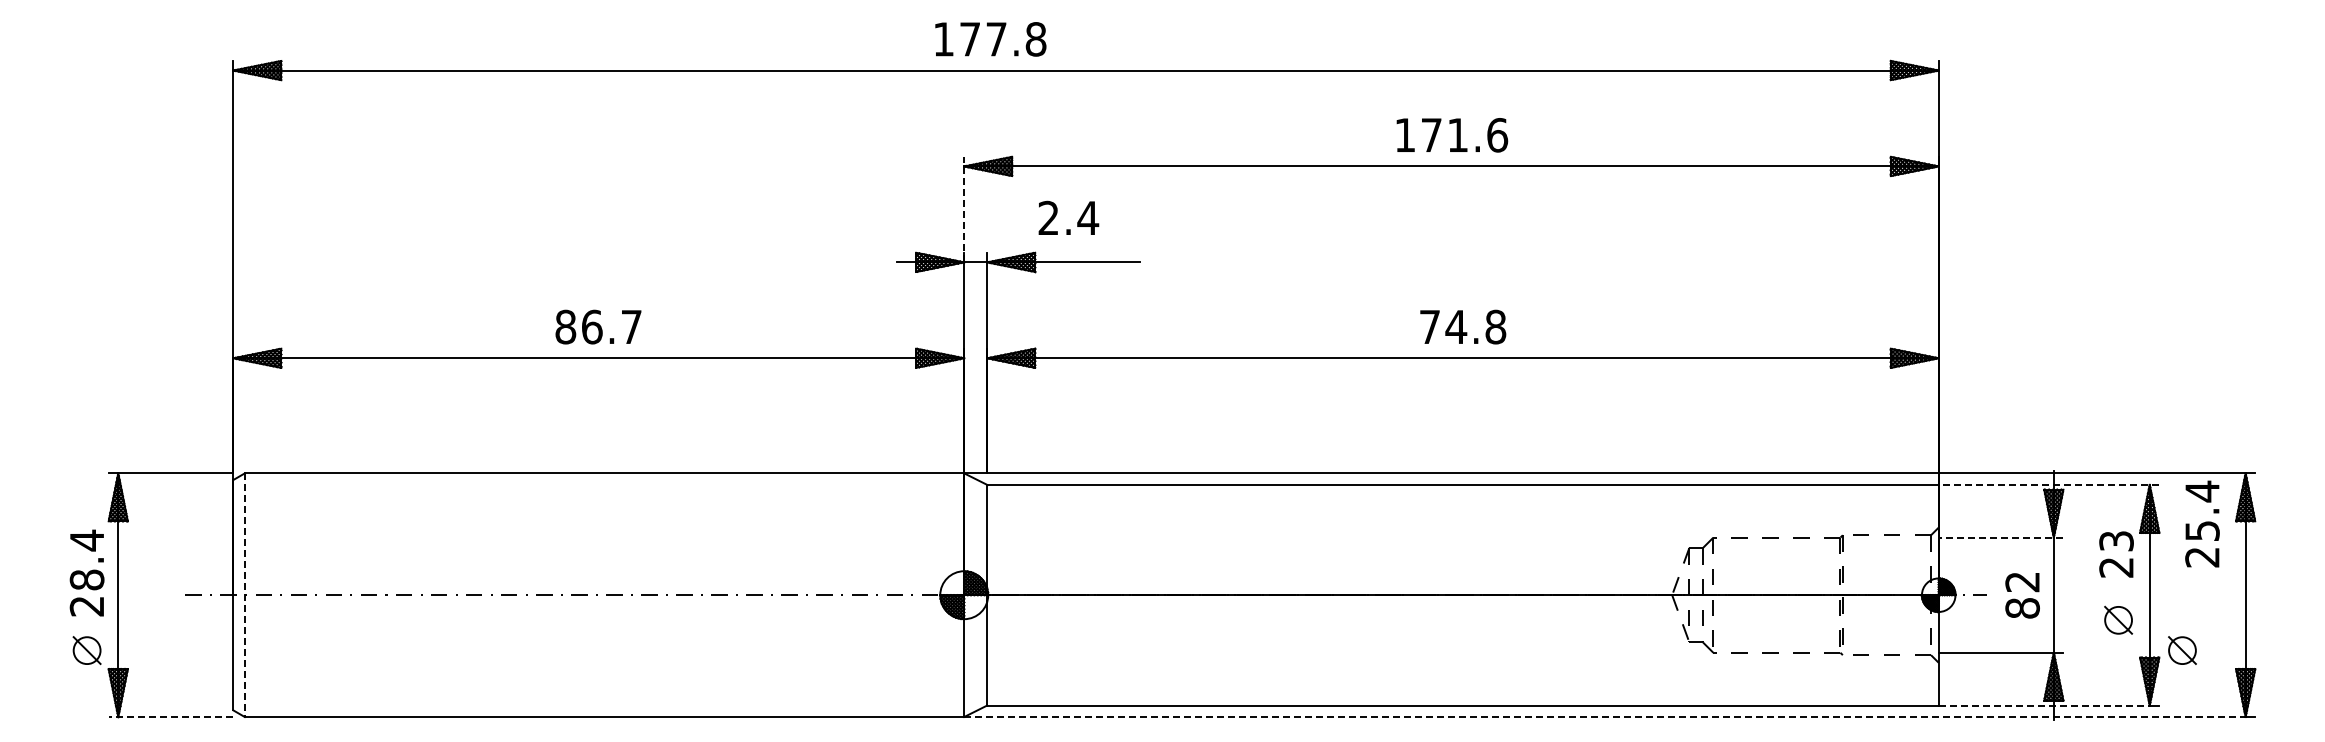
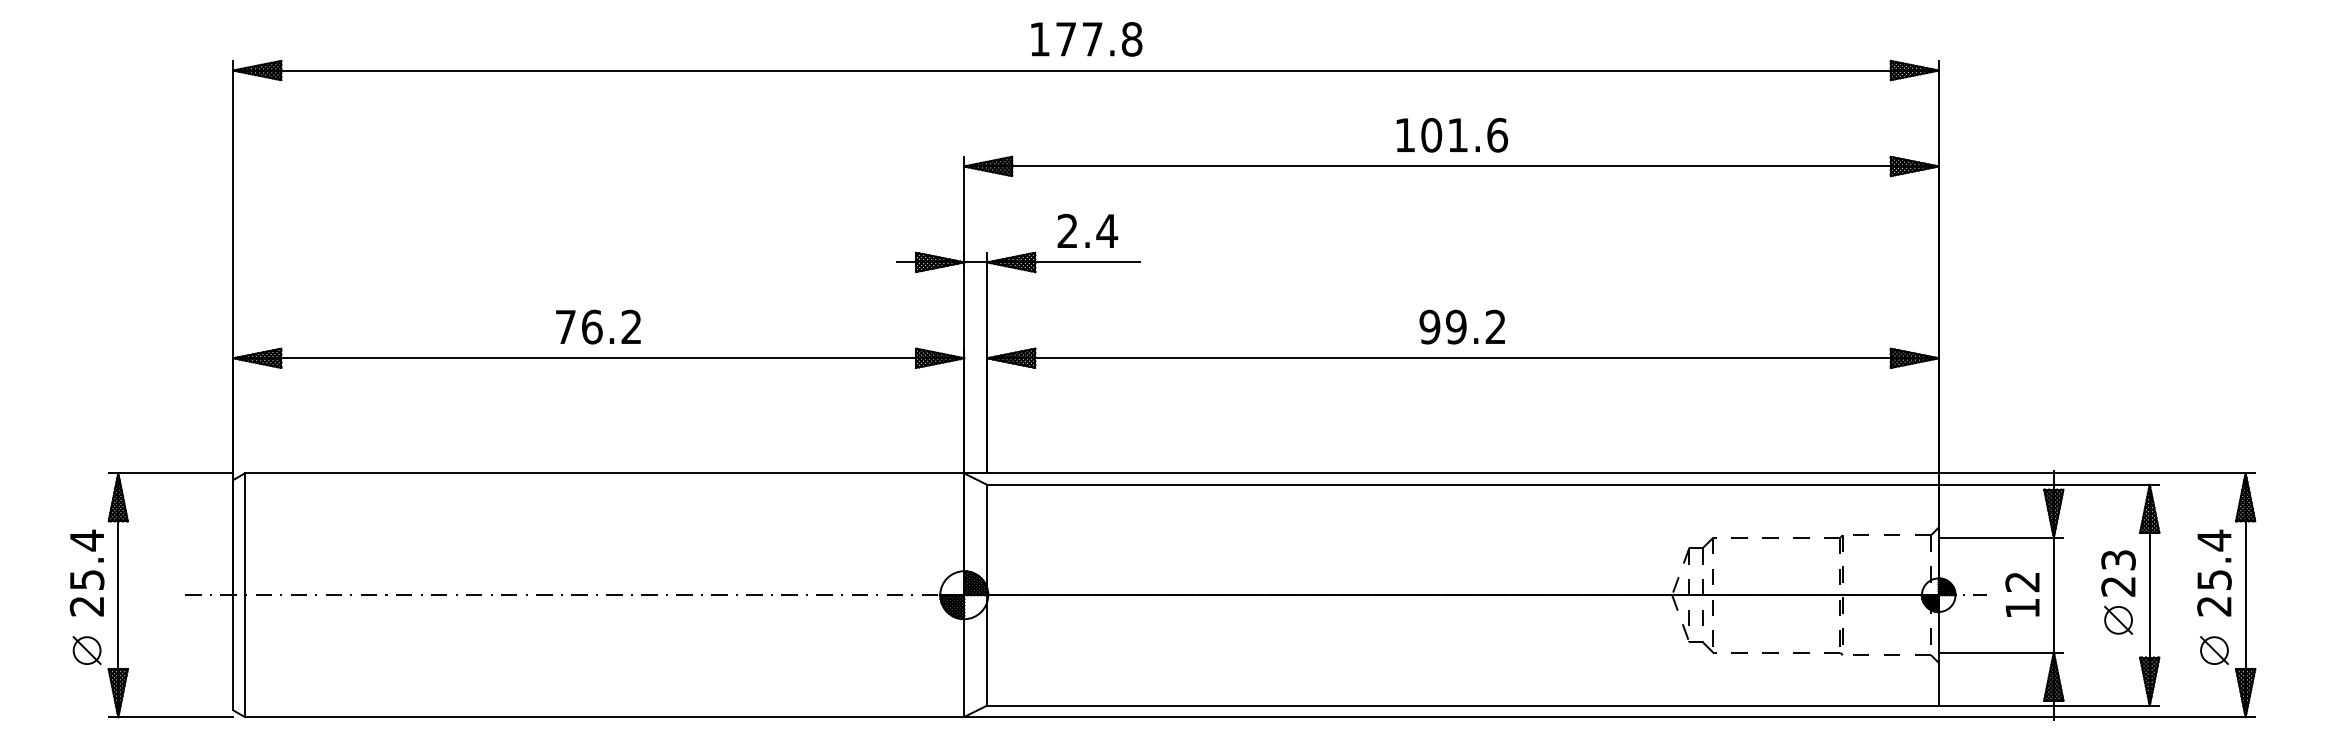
text at (990, 39) position: (990, 39) -> (1086, 39)
text at (1431, 135): 171.6 -> 101.6
line at (964, 209): dashed -> solid
text at (1068, 217) position: (1068, 217) -> (1087, 230)
text at (598, 326): 86.7 -> 76.2
text at (1462, 326): 74.8 -> 99.2
line at (2048, 484): dashed -> solid
text at (2202, 523) position: (2202, 523) -> (2214, 572)
line at (2000, 537): dashed -> solid
text at (2116, 554) position: (2116, 554) -> (2118, 573)
text at (86, 579): 28.4 -> 25.4
line at (244, 595): dashed -> solid
text at (2022, 608): 82 -> 12
part at (2182, 650) position: (2182, 650) -> (2214, 650)
line at (2044, 705): dashed -> solid
line at (170, 717): dashed -> solid
line at (1604, 717): dashed -> solid
